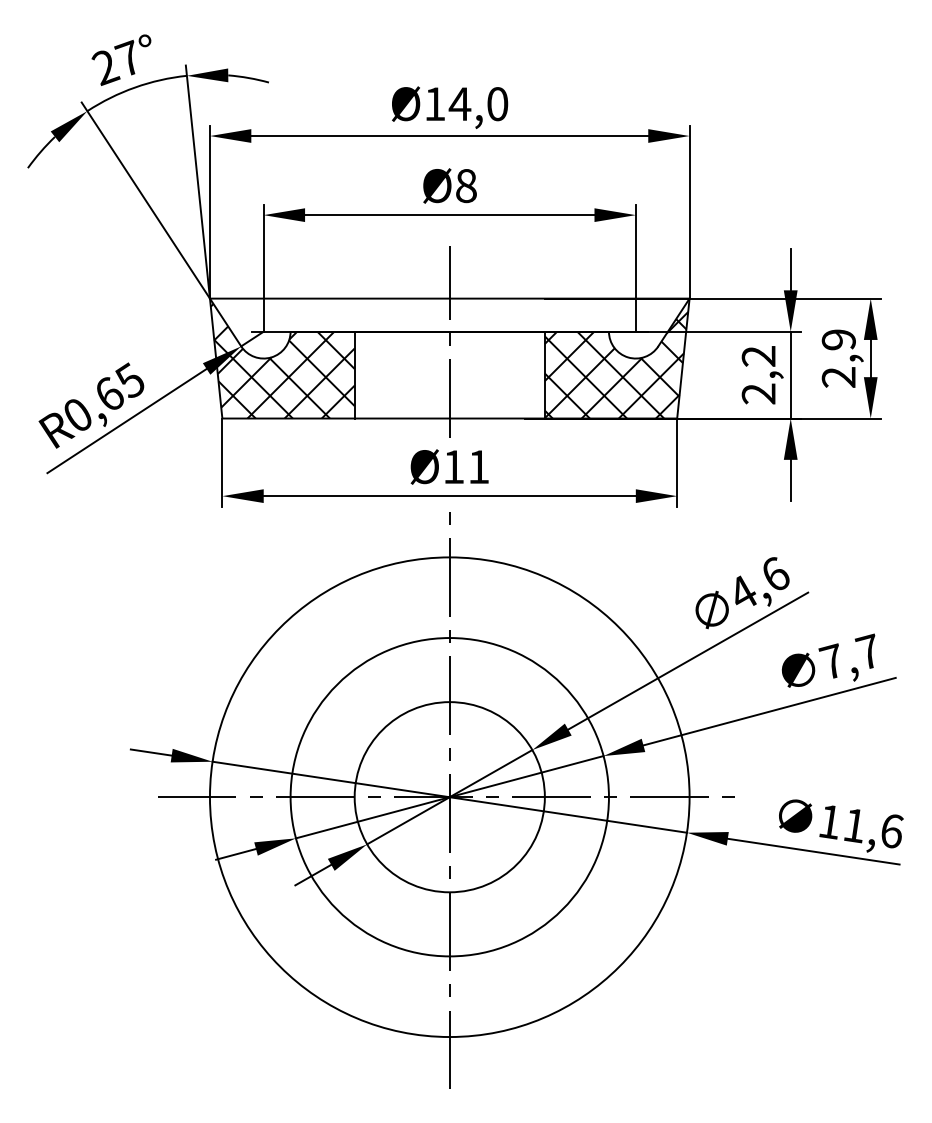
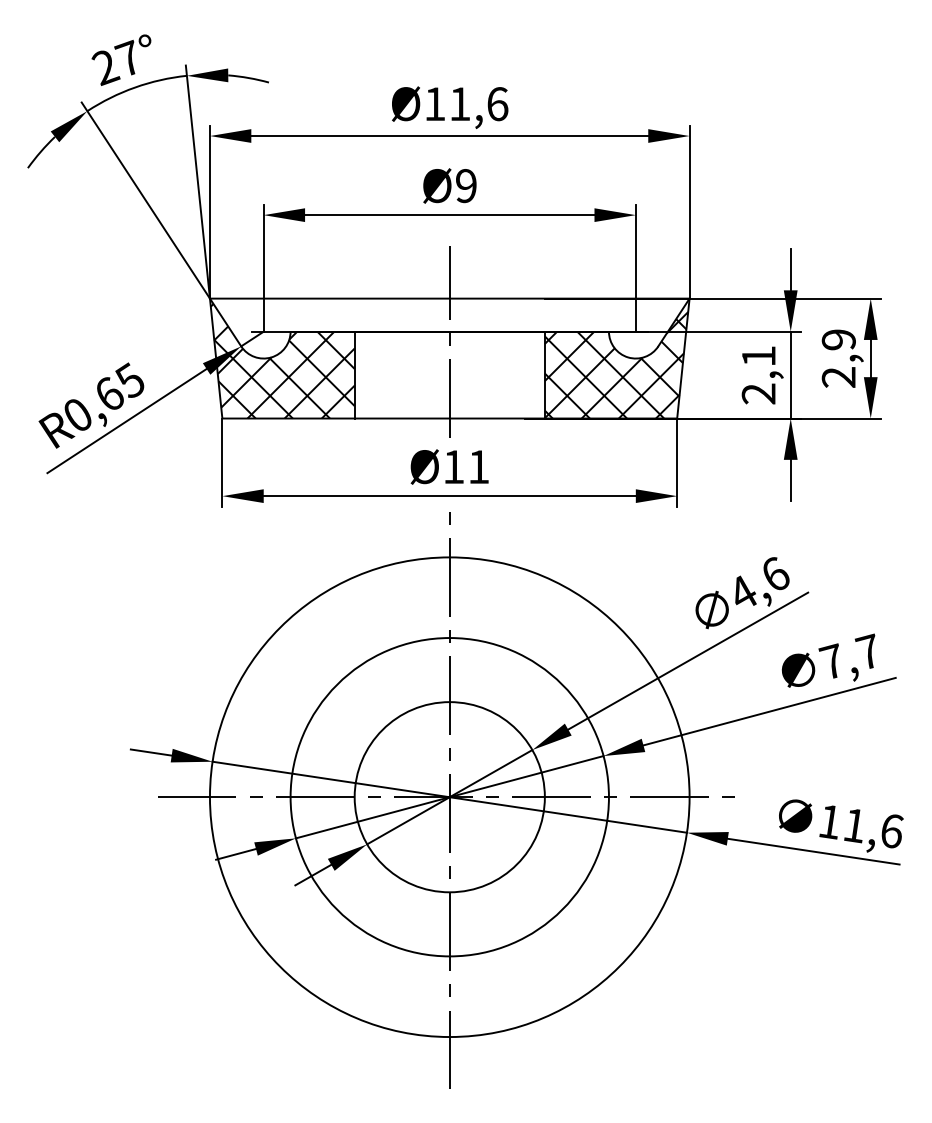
text at (478, 104): Ø14,0 -> Ø11,6
text at (466, 186): Ø8 -> Ø9
text at (758, 356): 2,2 -> 2,1
